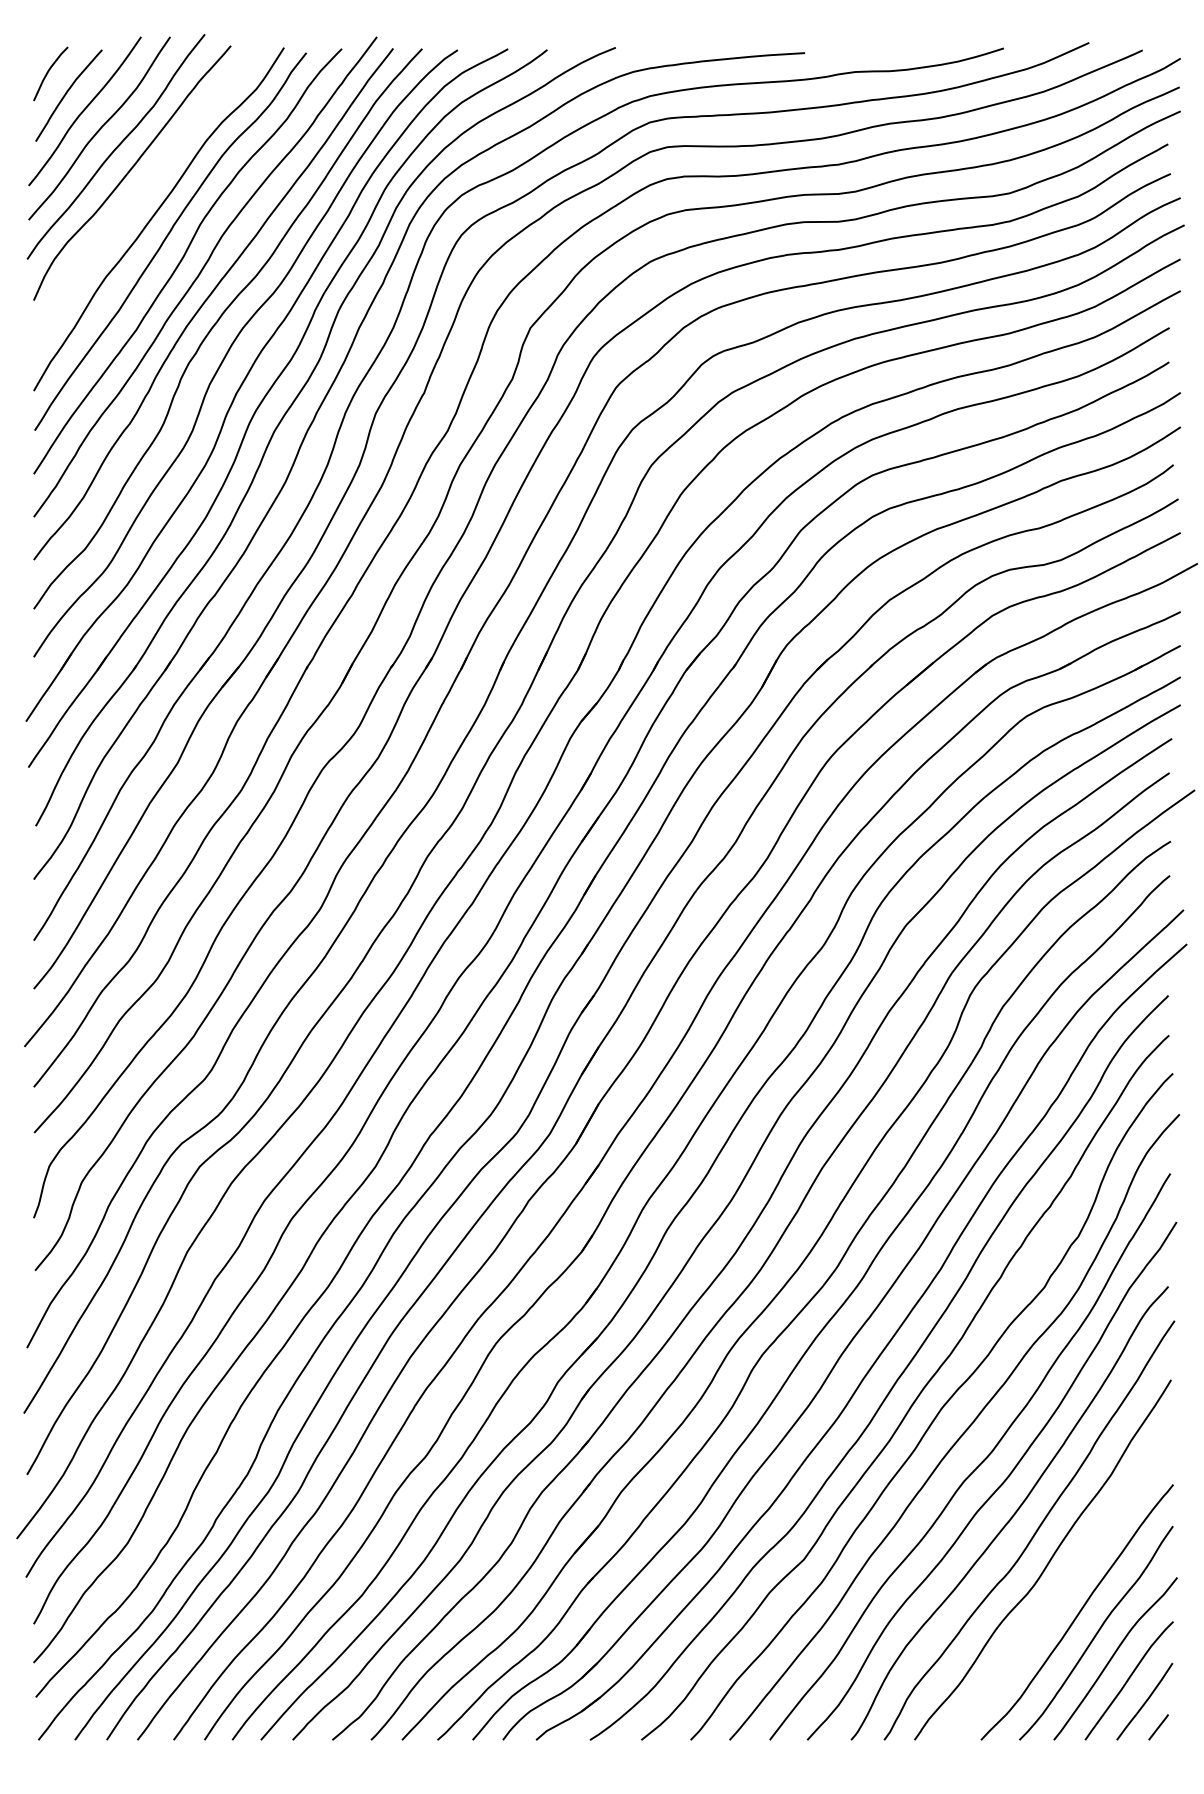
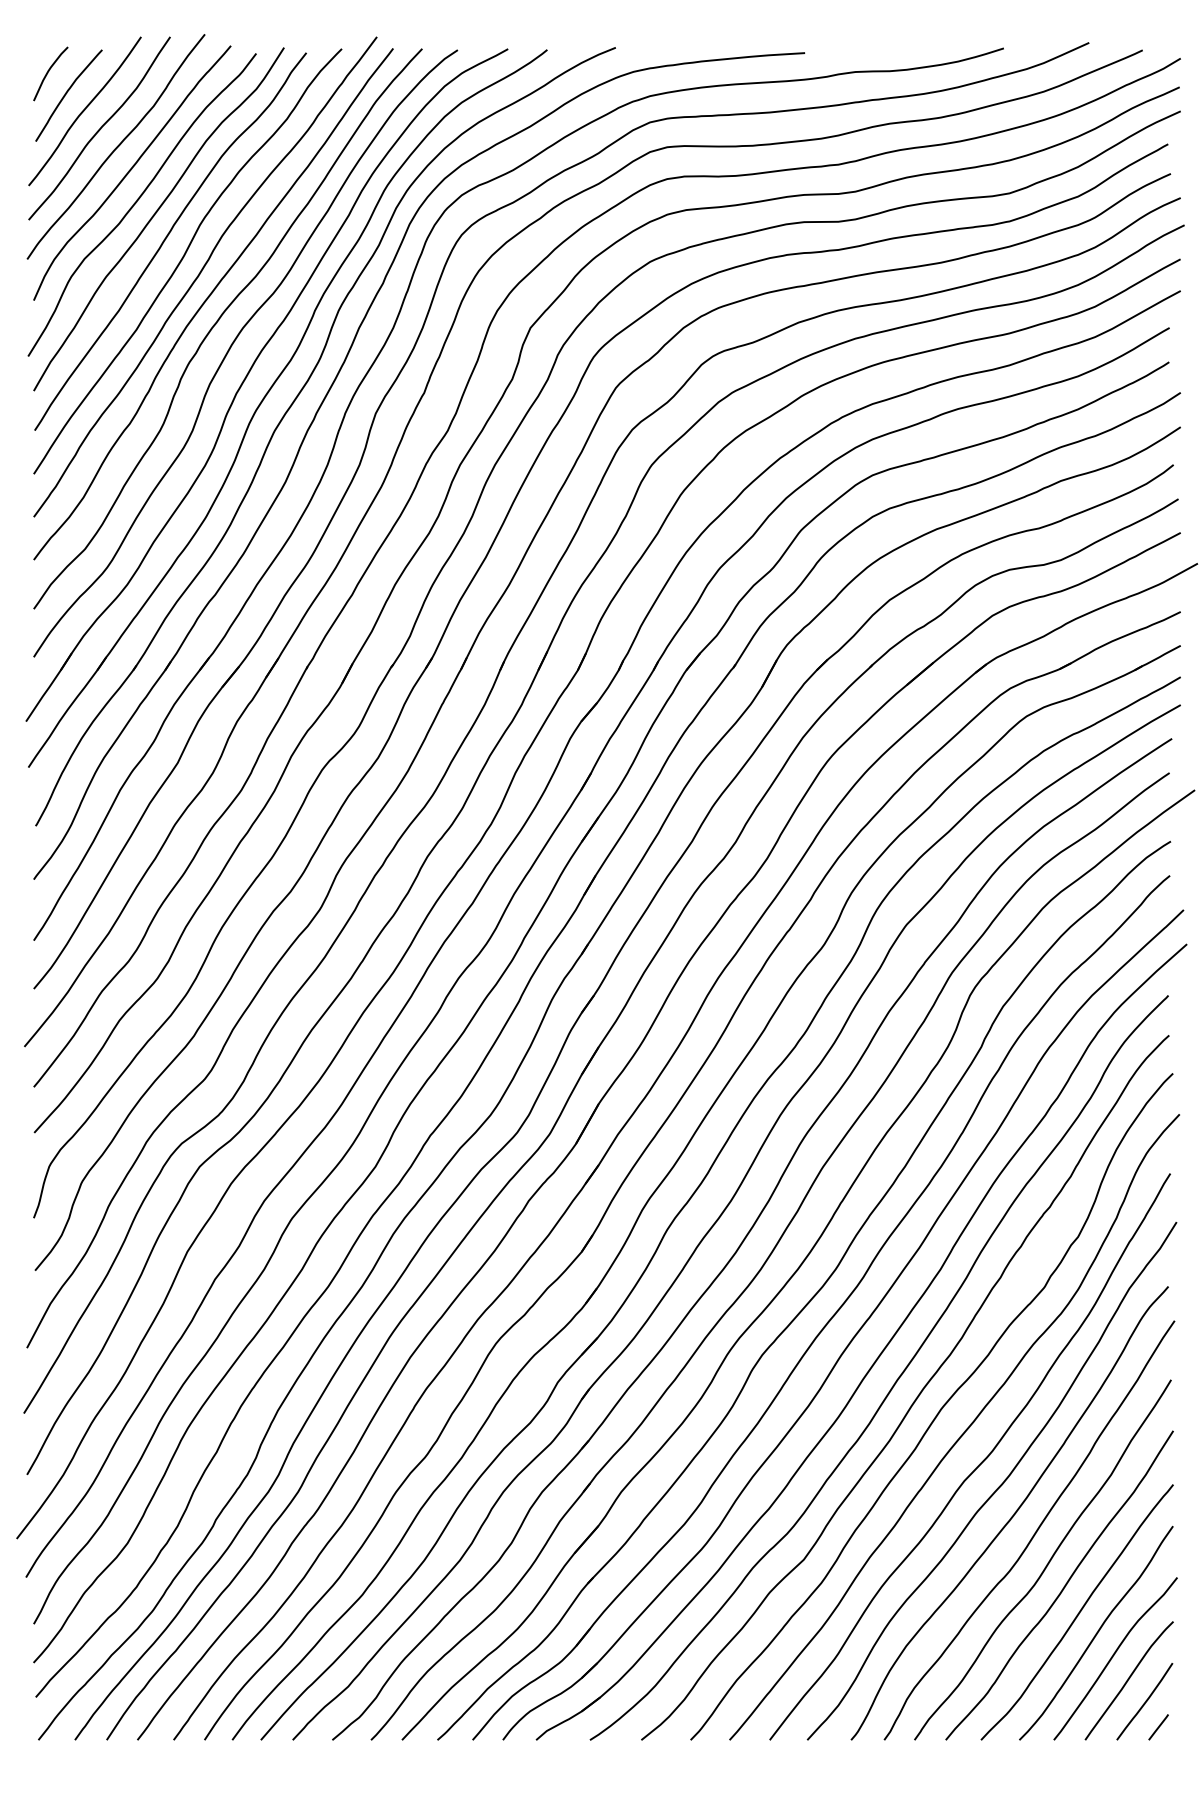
curve at (137, 202): none -> present
curve at (1063, 1586): none -> present
